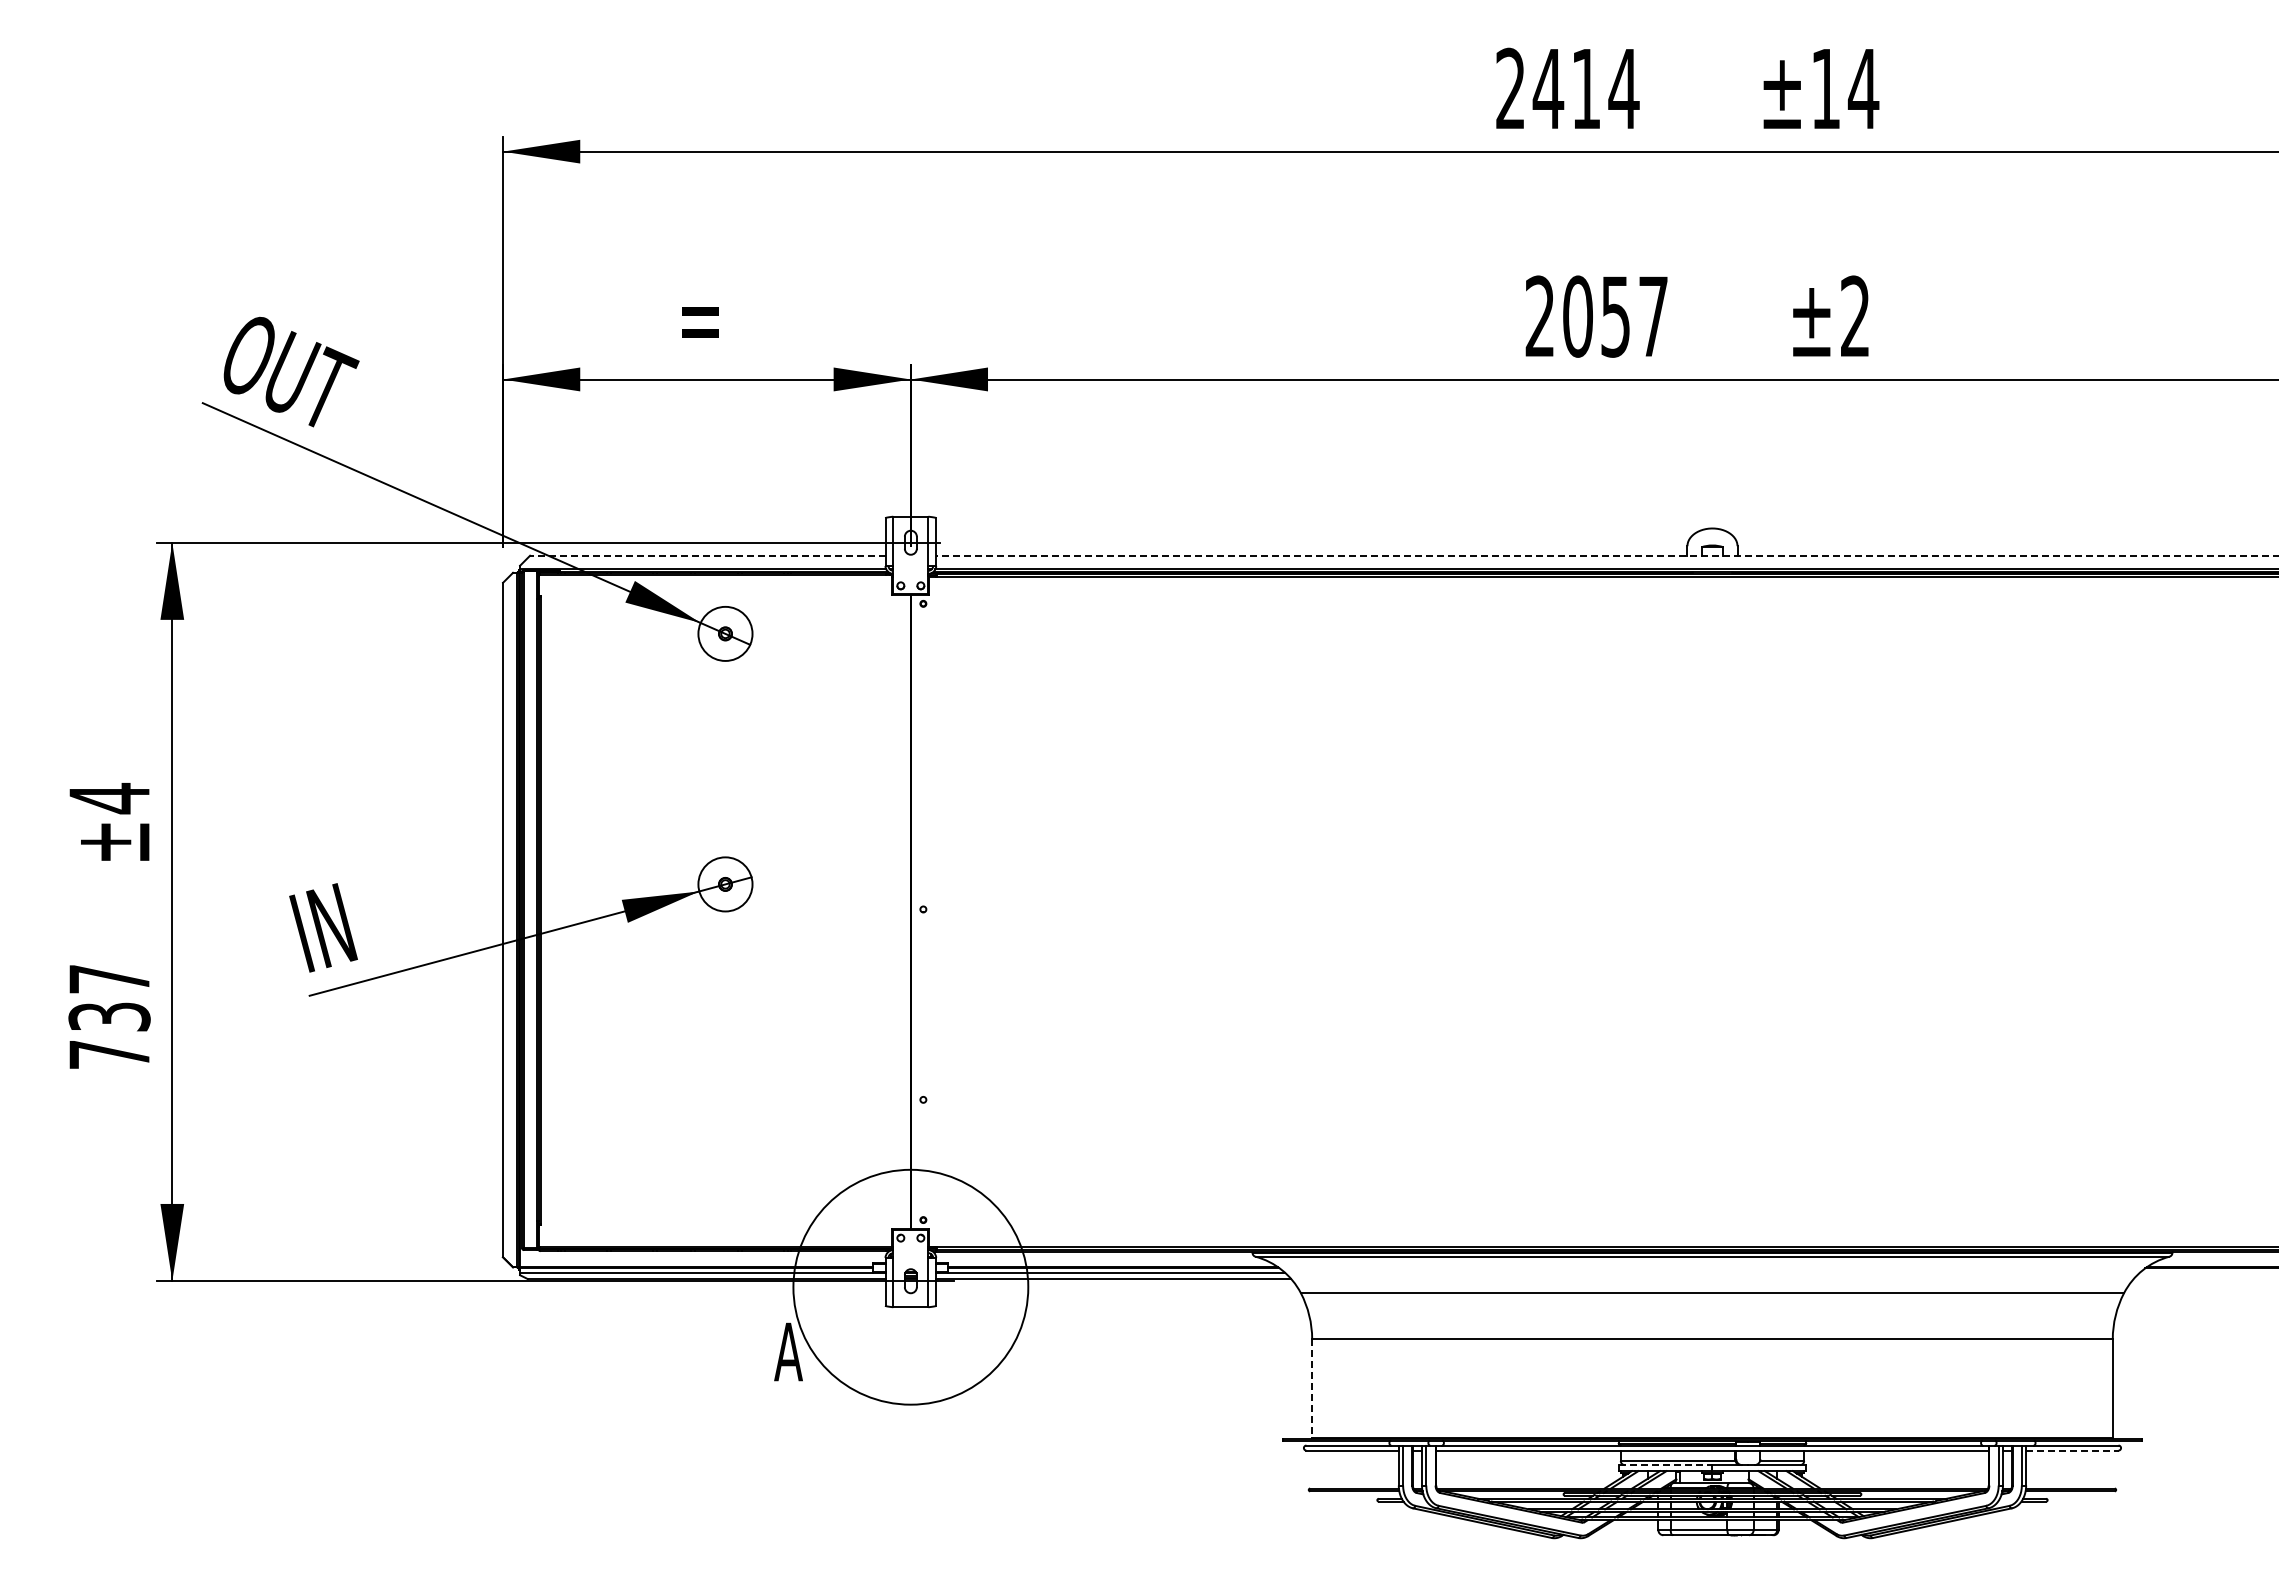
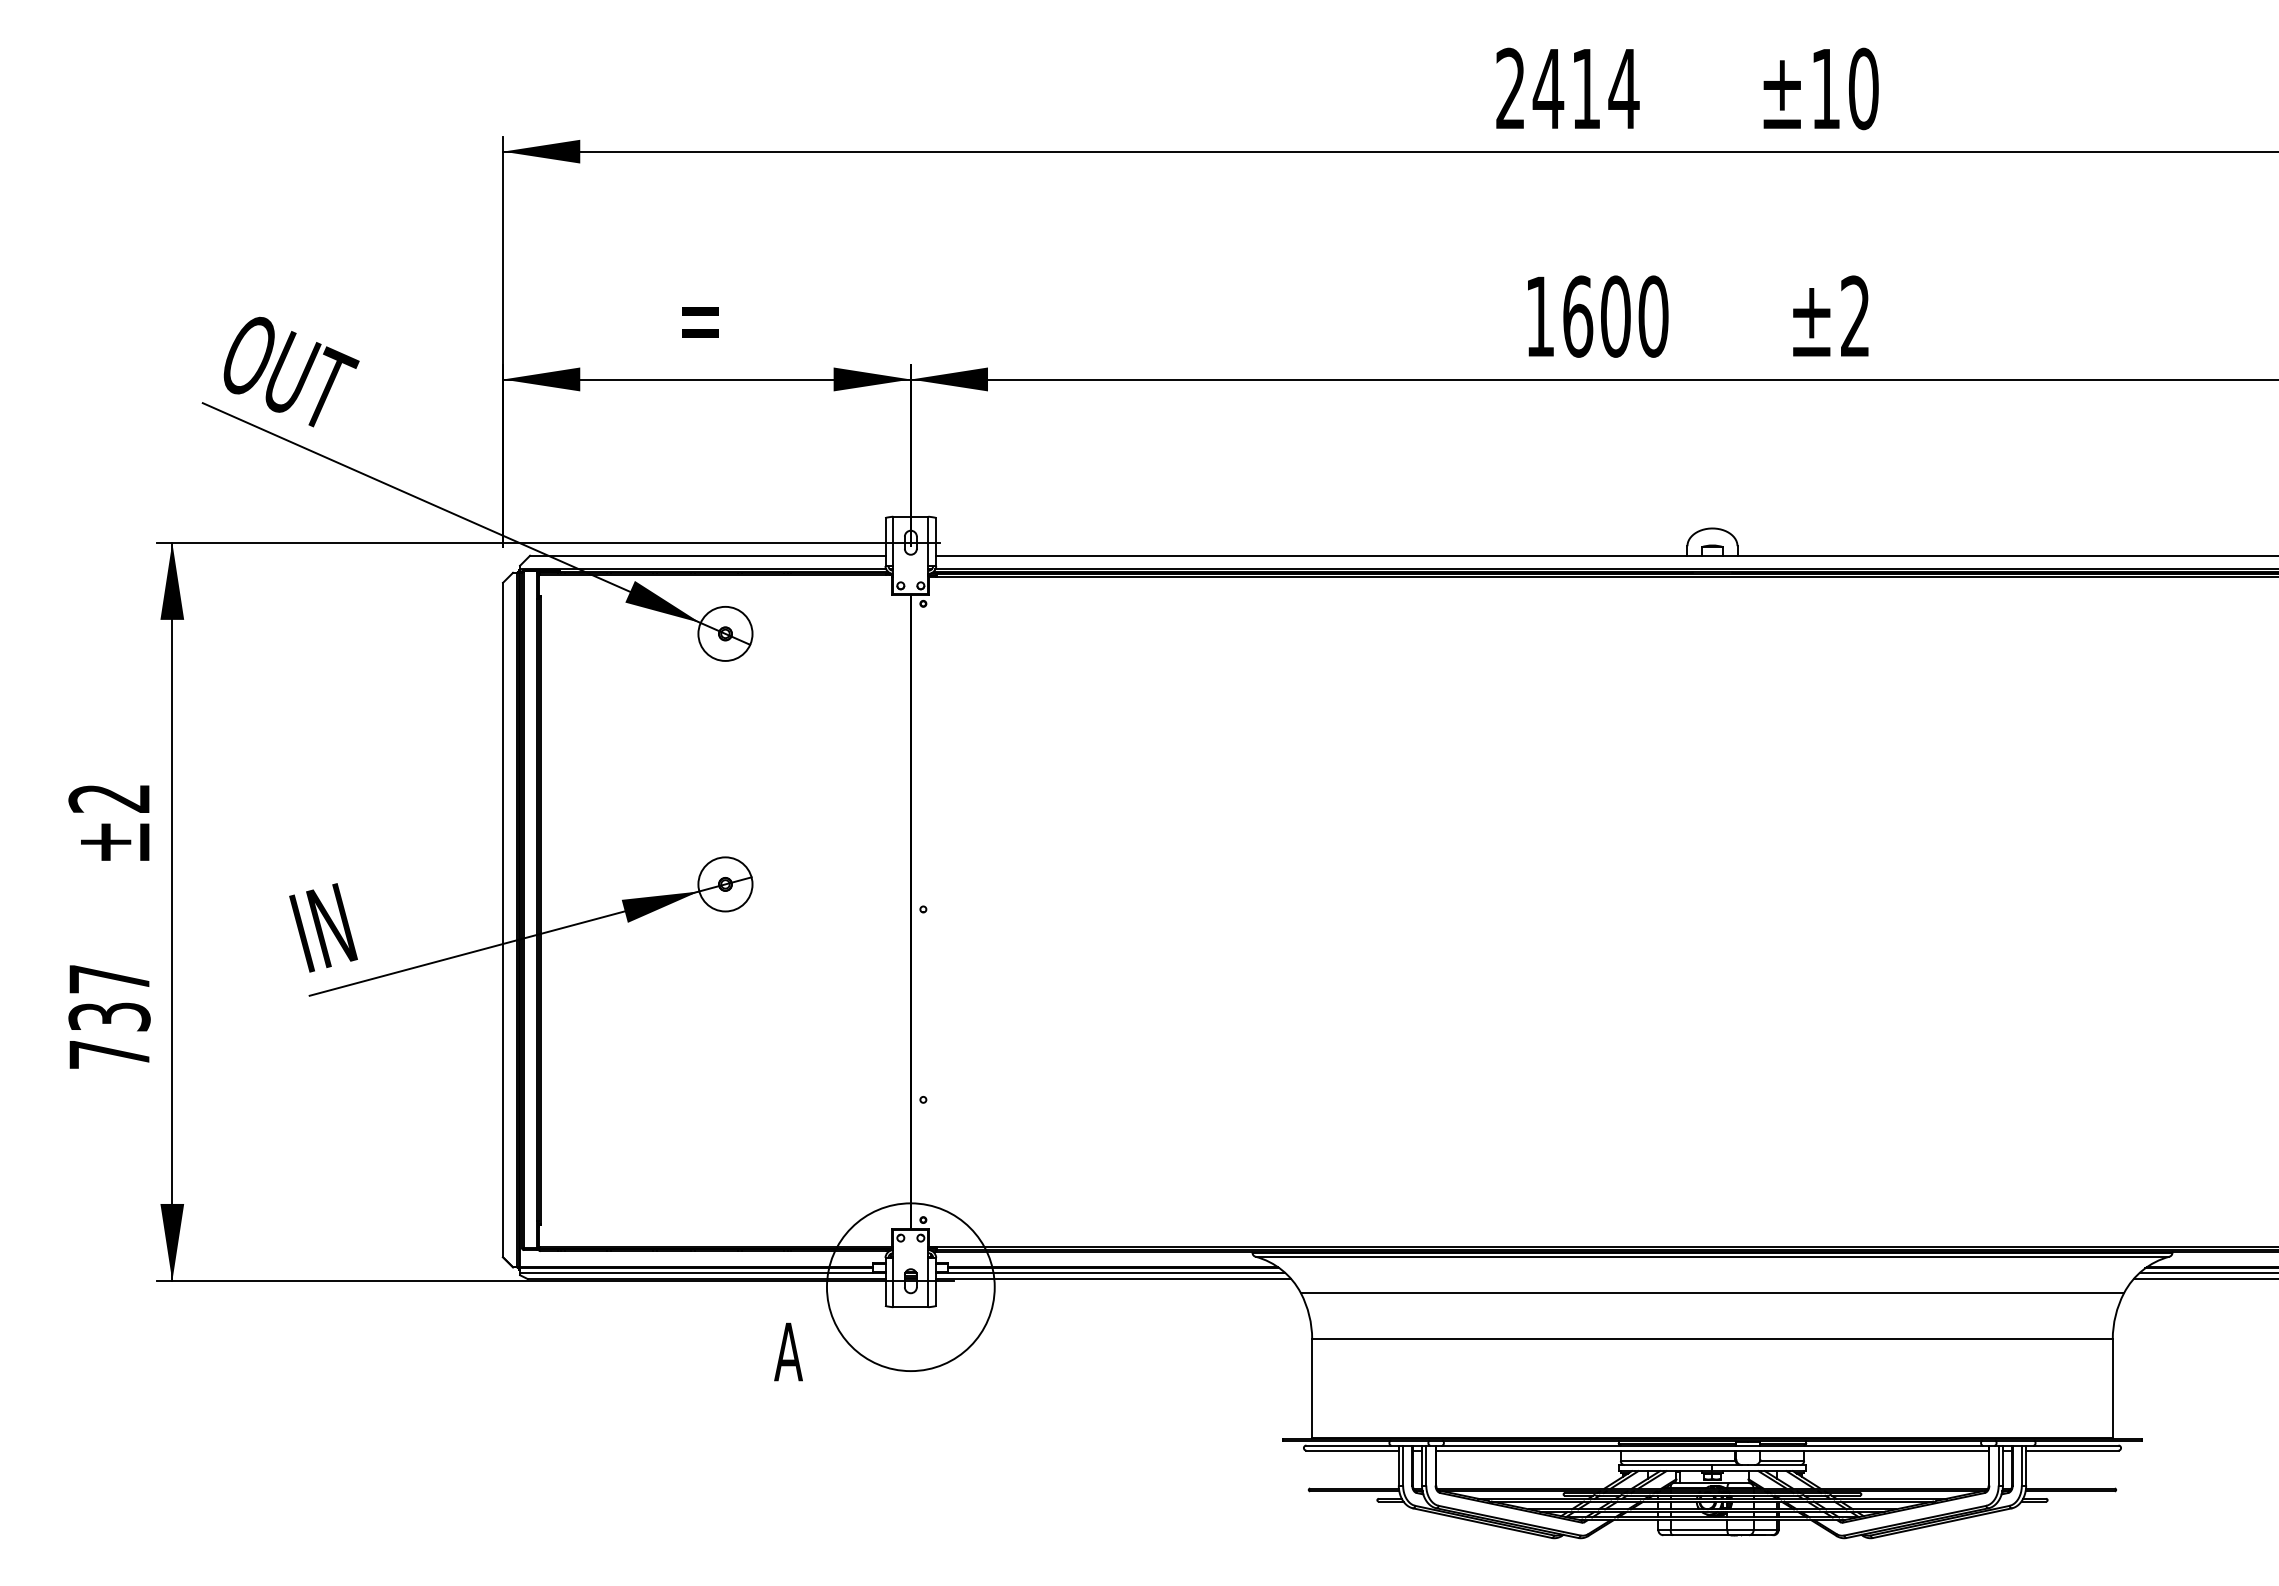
text at (1863, 88): ±14 -> ±10
text at (1596, 316): 2057 -> 1600
line at (707, 555): dashed -> solid
line at (1607, 555): dashed -> solid
text at (108, 798): ±4 -> ±2
line at (2207, 1272): none -> present
line at (2204, 1279): none -> present
circle at (910, 1286) diameter: 235 px -> 168 px
line at (1312, 1388): dashed -> solid
line at (2072, 1450): dashed -> solid
line at (1665, 1465): dashed -> solid
